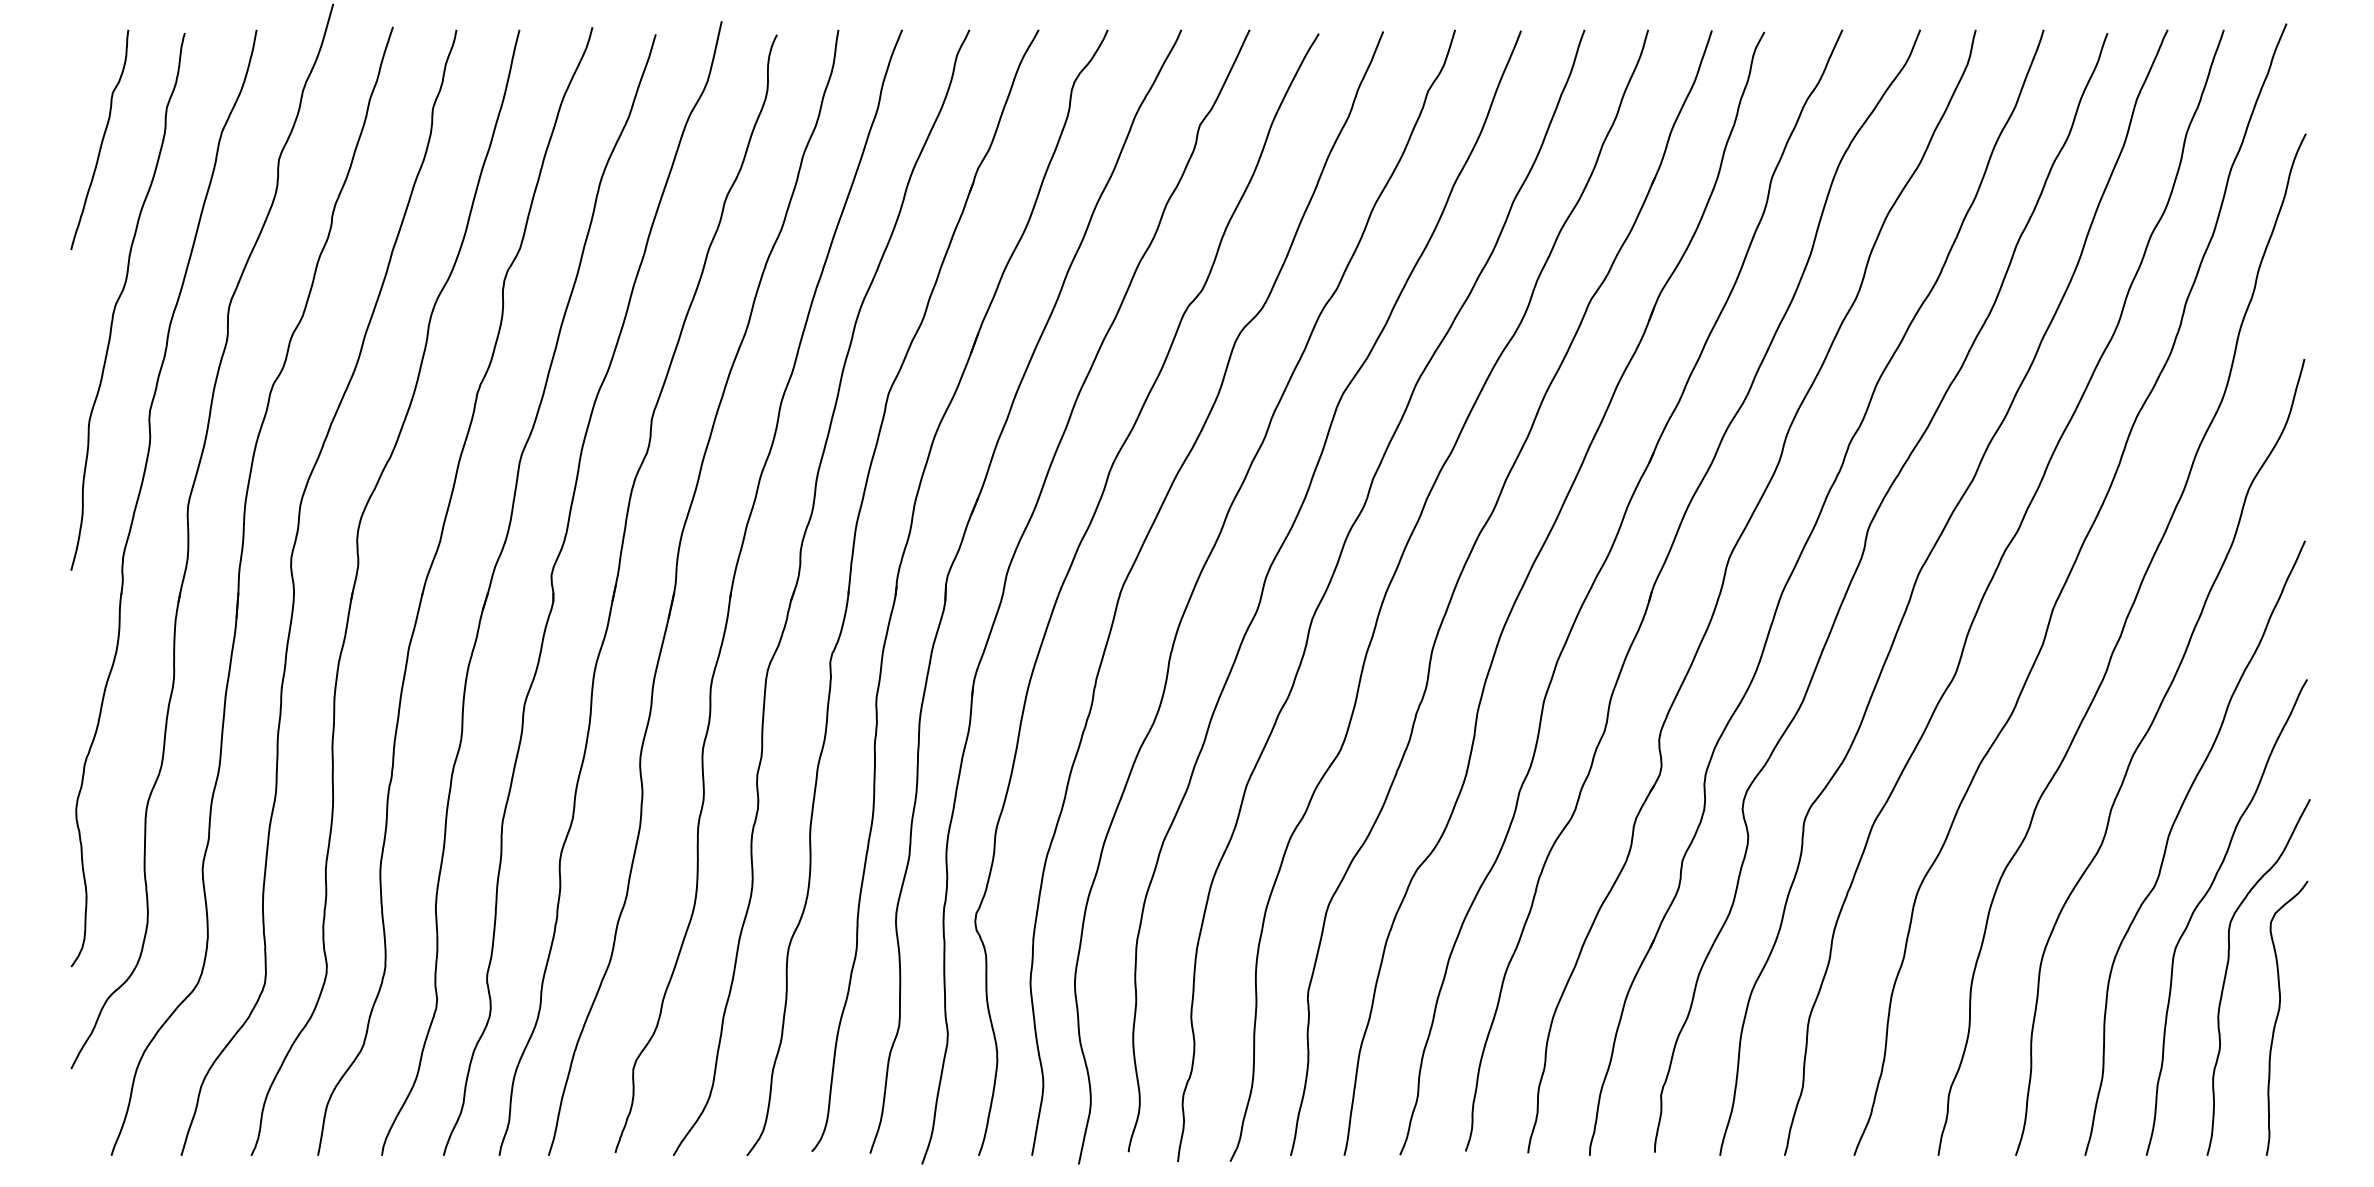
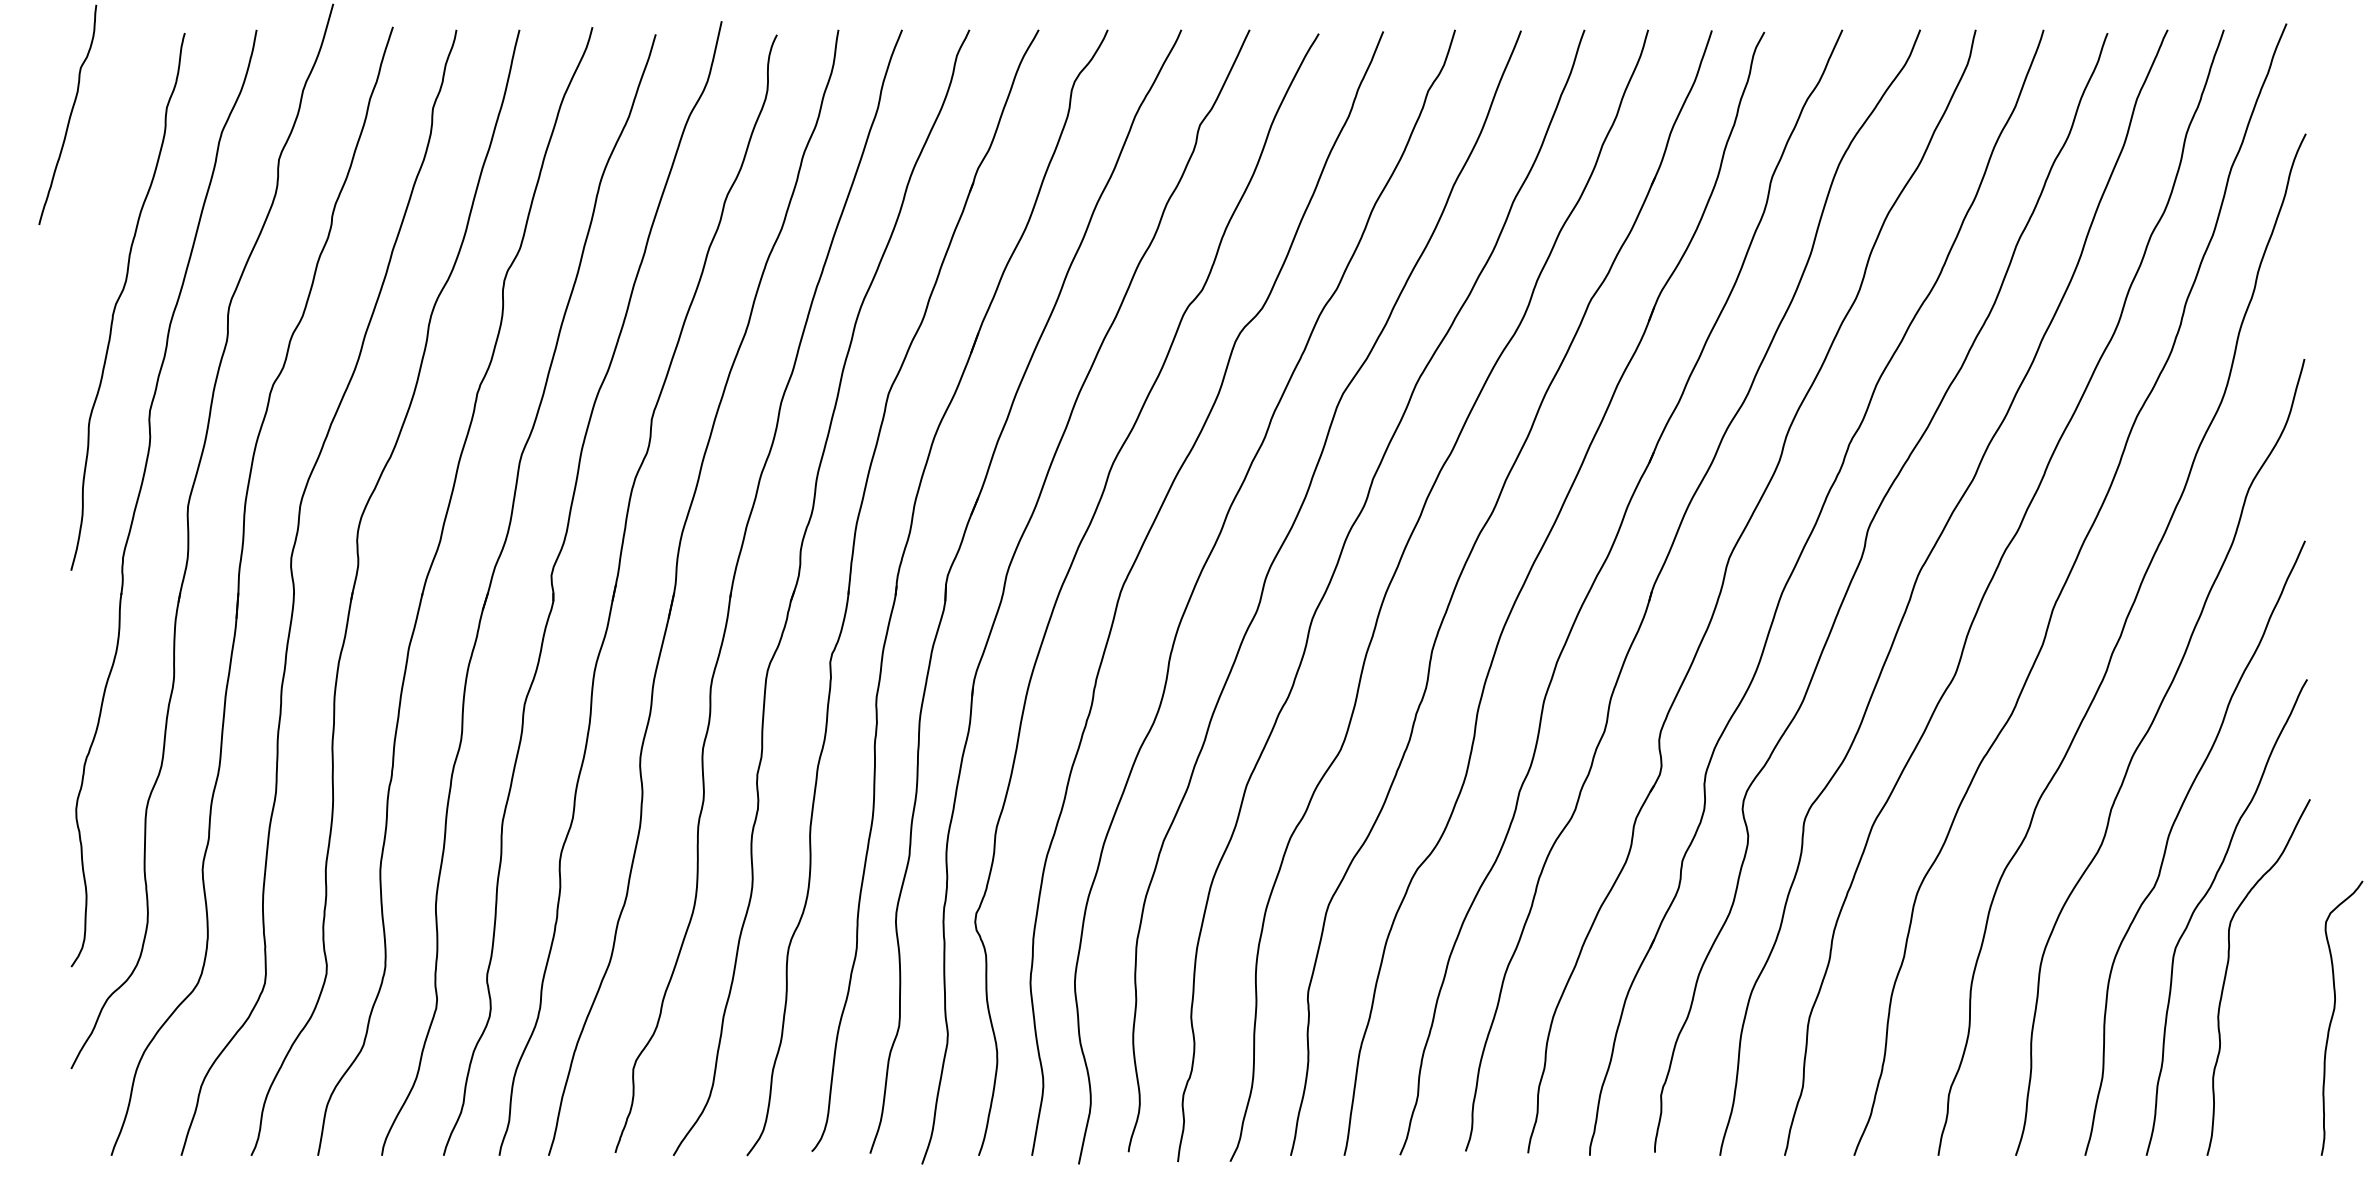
curve at (101, 140) position: (101, 140) -> (69, 115)
curve at (2279, 1013) position: (2279, 1013) -> (2334, 1013)
